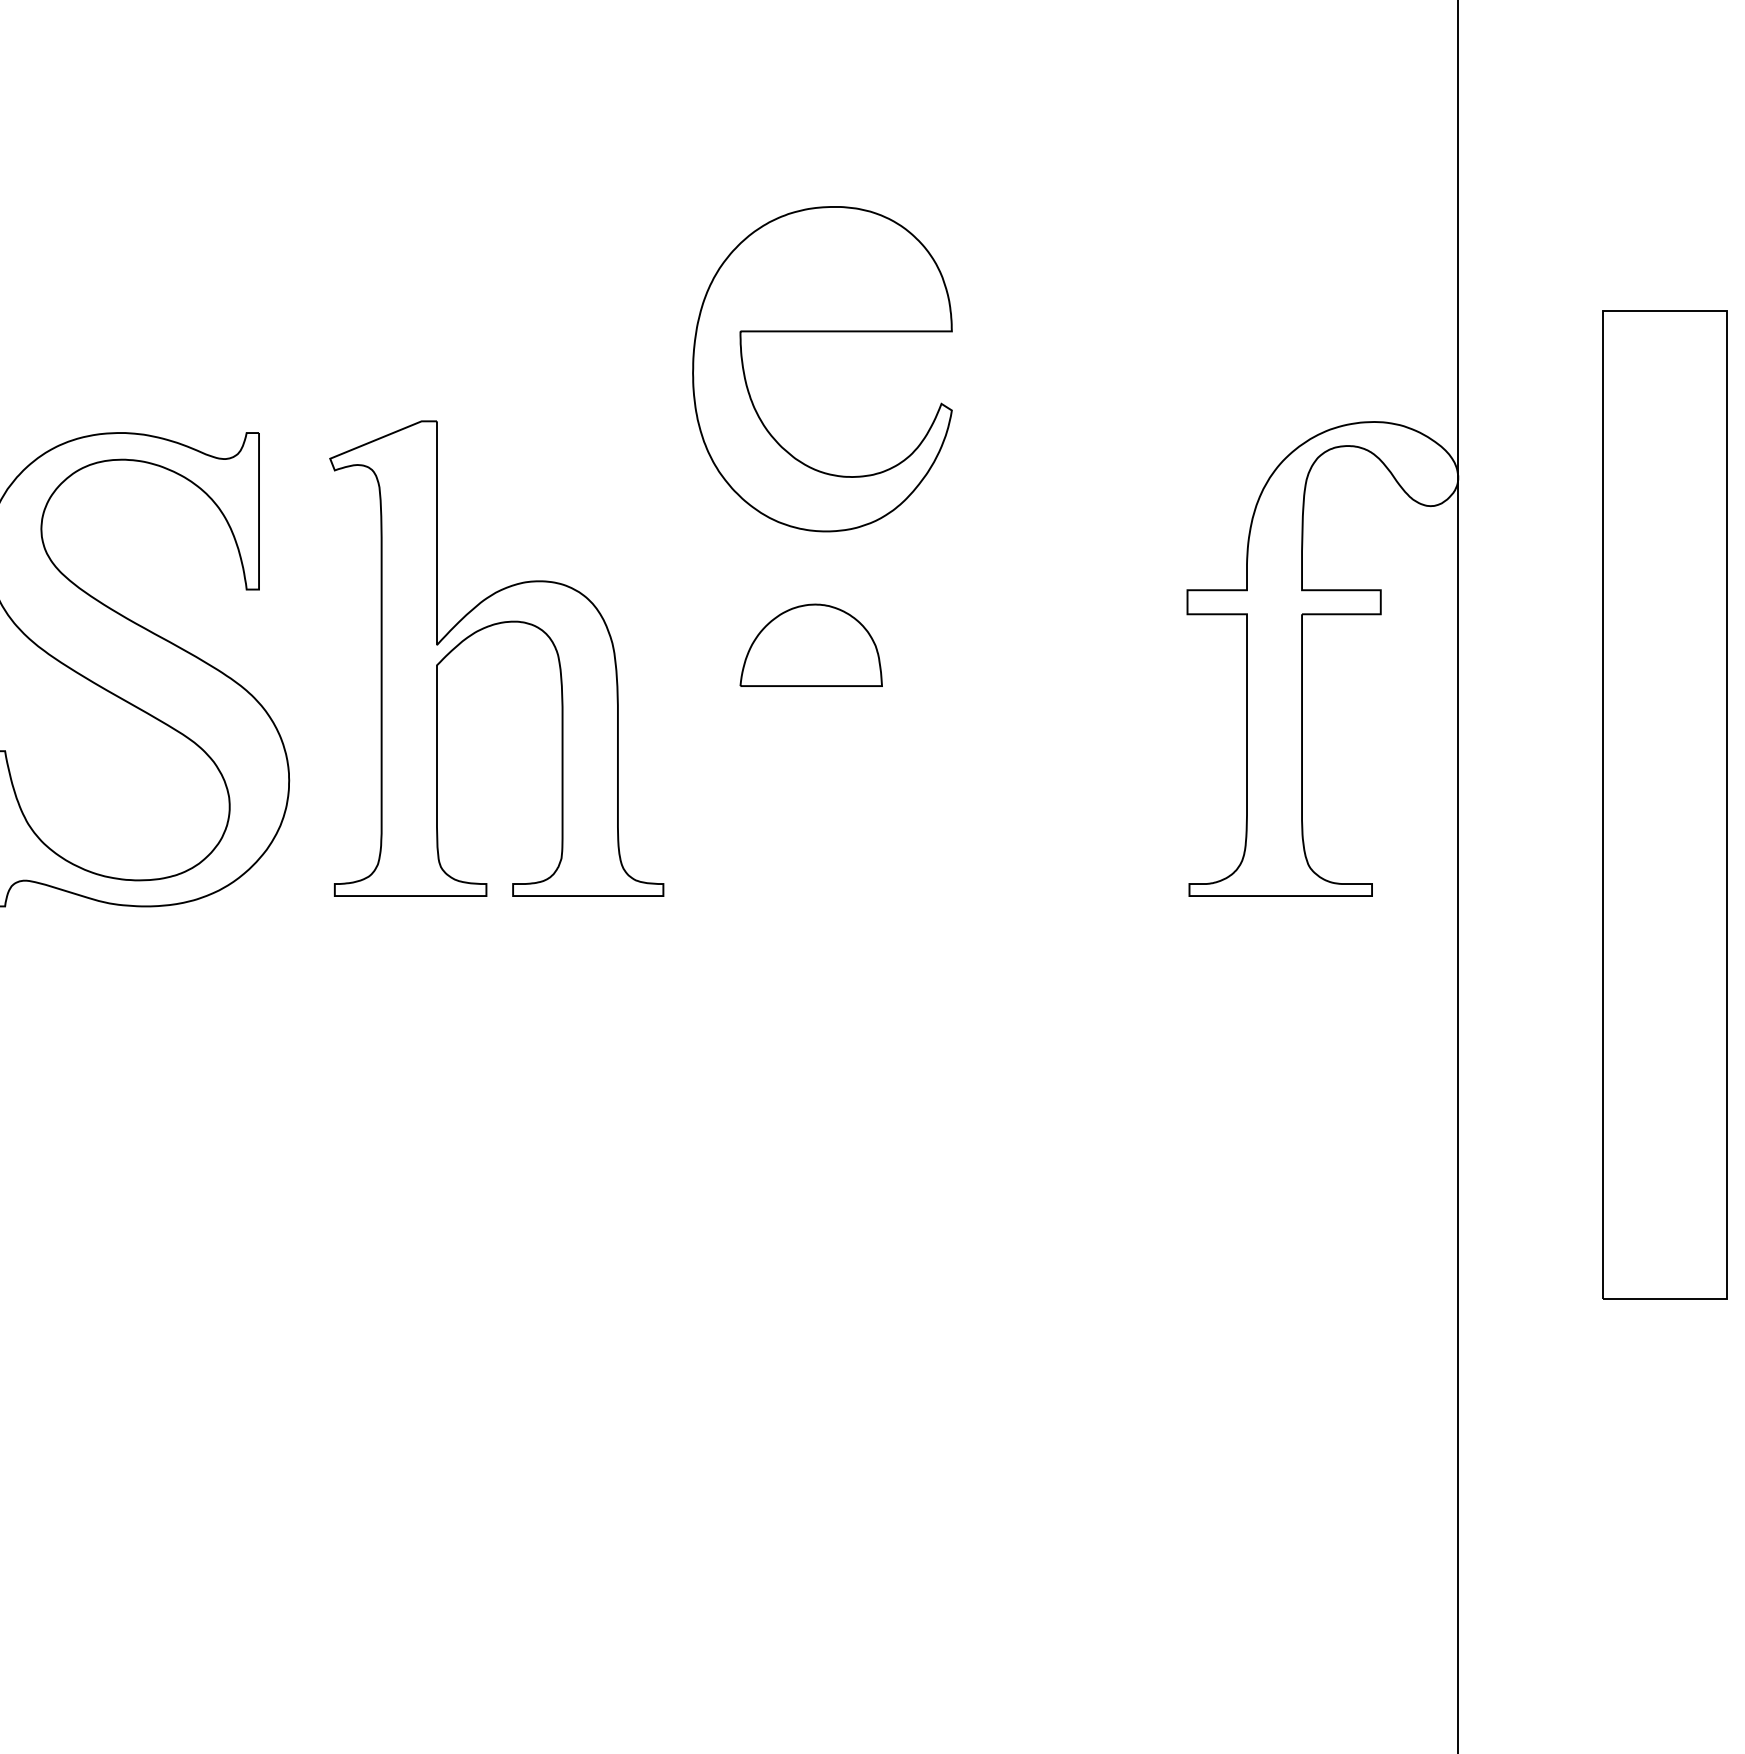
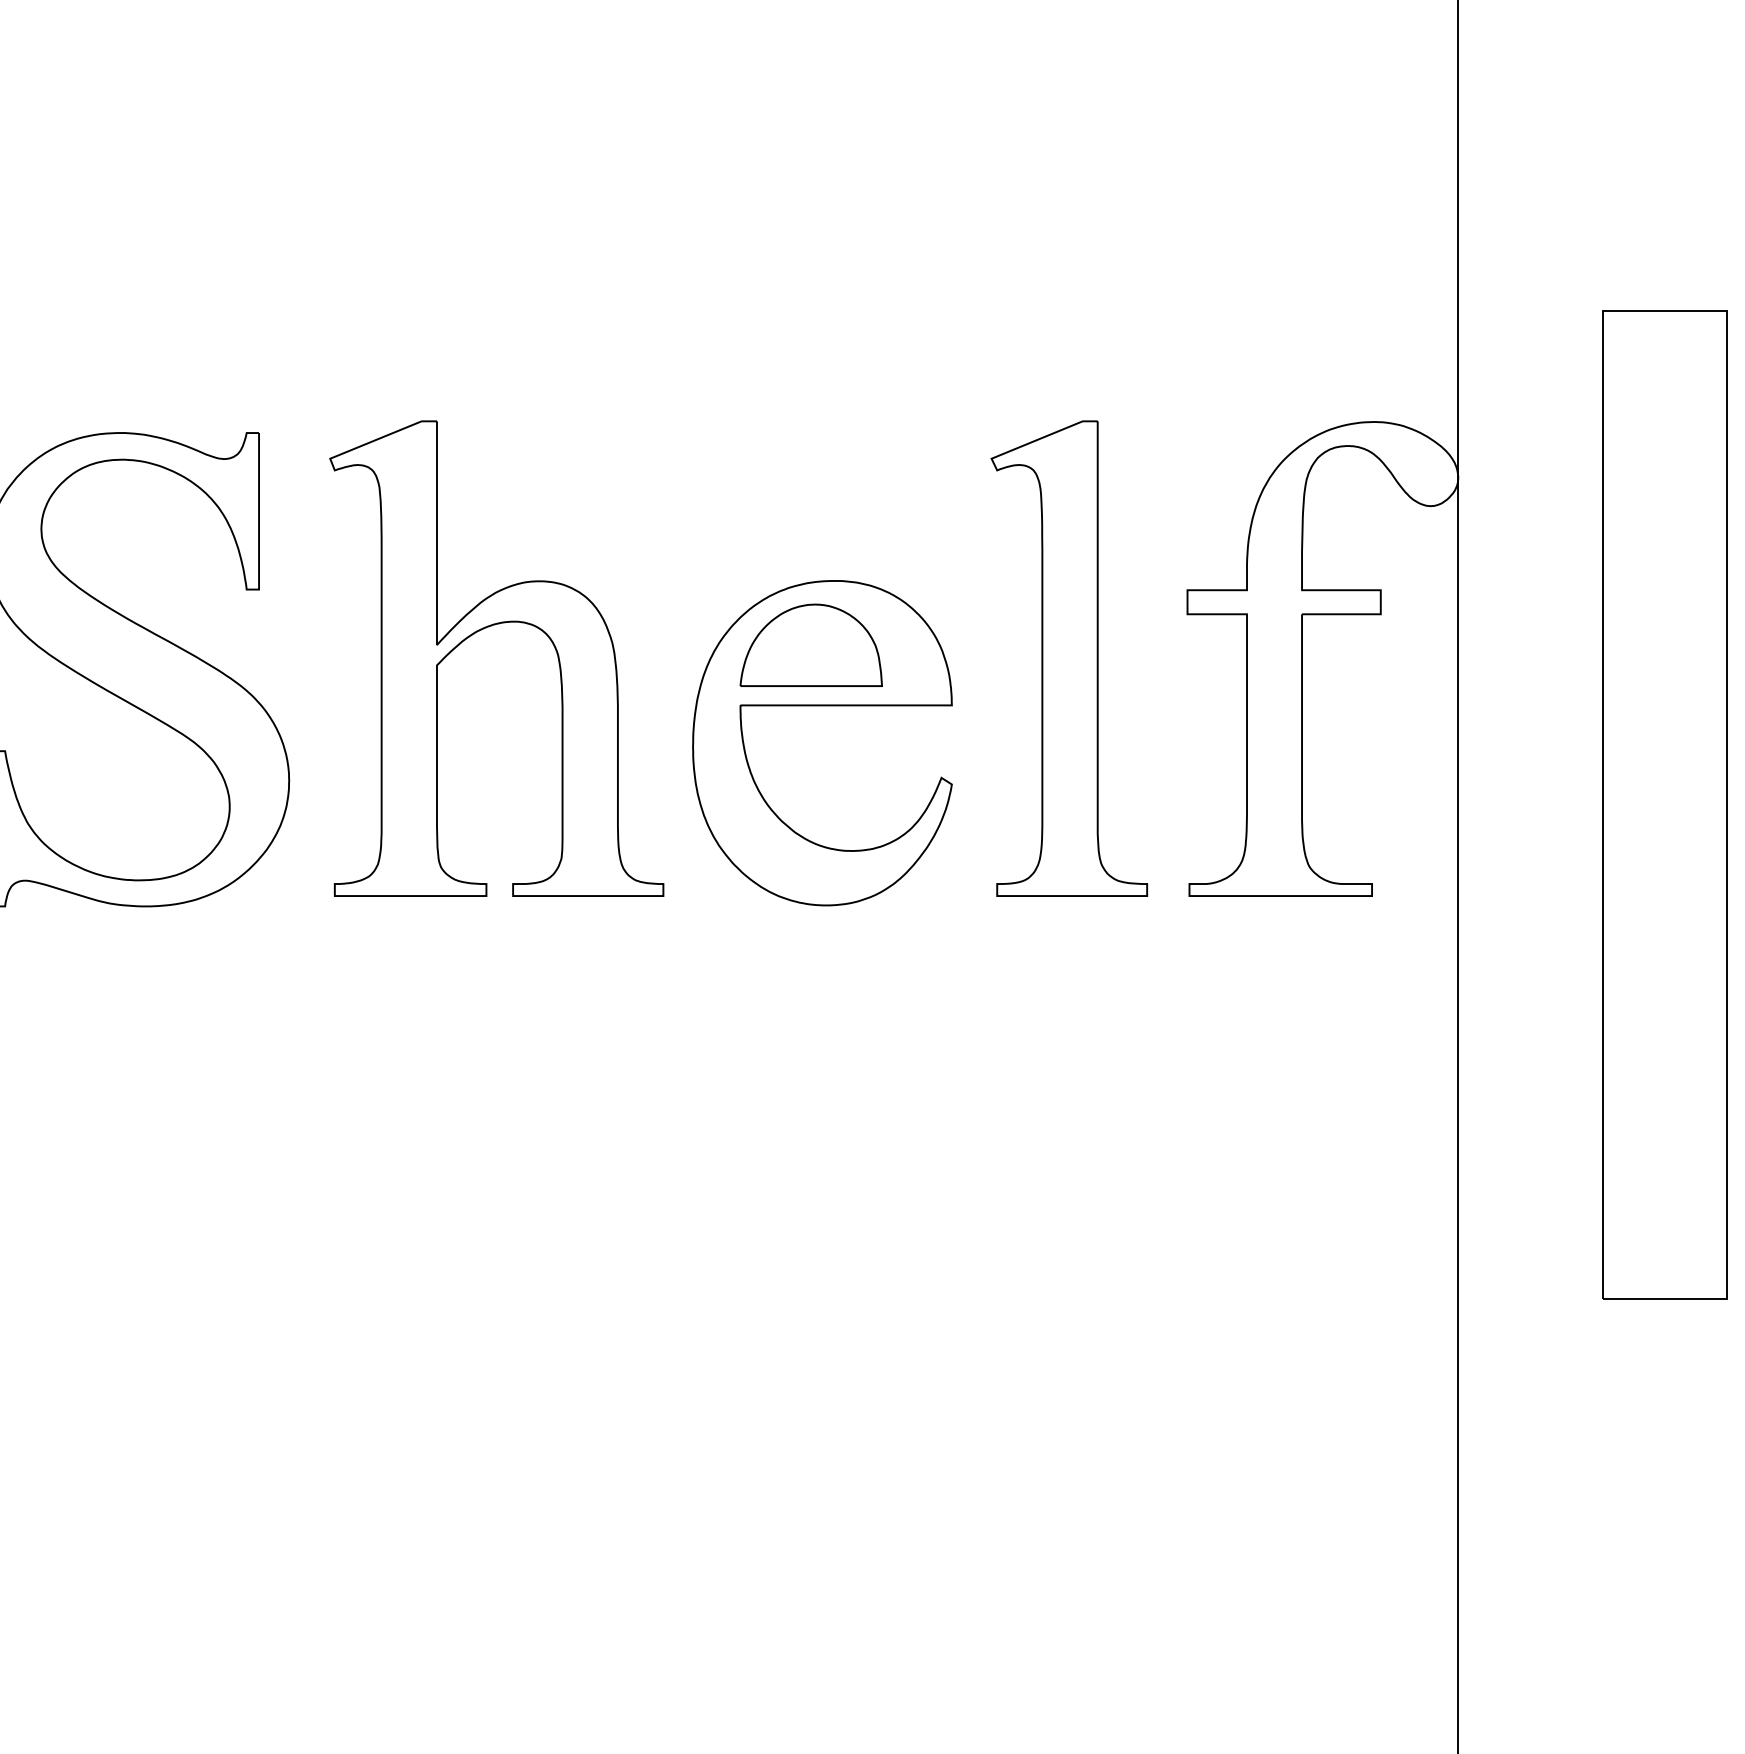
part at (822, 332) position: (822, 332) -> (822, 706)
part at (1069, 658): none -> present
